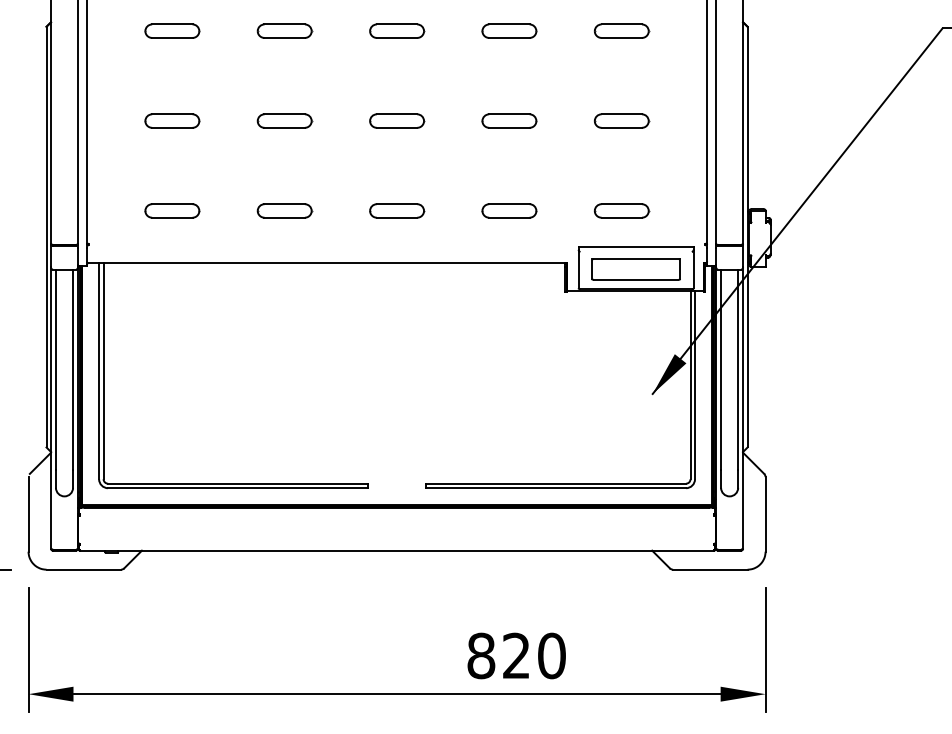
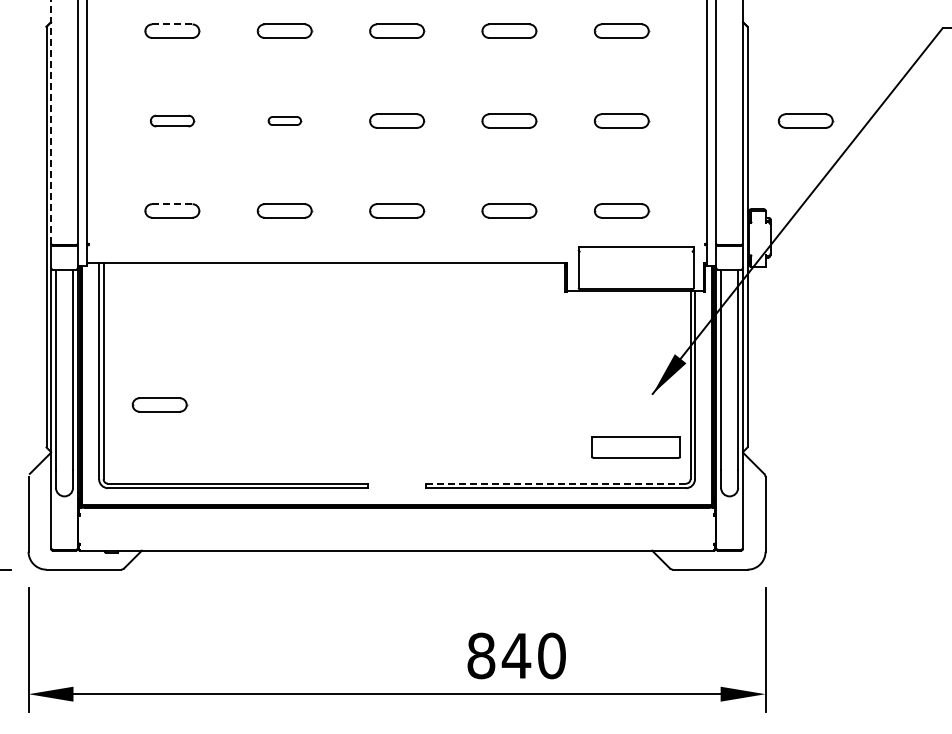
line at (172, 24): solid -> dashed
part at (172, 120) size: 57x16 px -> 46x14 px
part at (284, 120) size: 58x16 px -> 36x10 px
part at (806, 120): none -> present
line at (51, 122): solid -> dashed
line at (172, 204): solid -> dashed
part at (635, 269) position: (635, 269) -> (635, 447)
part at (159, 404): none -> present
line at (556, 483): solid -> dashed
text at (516, 655): 820 -> 840
